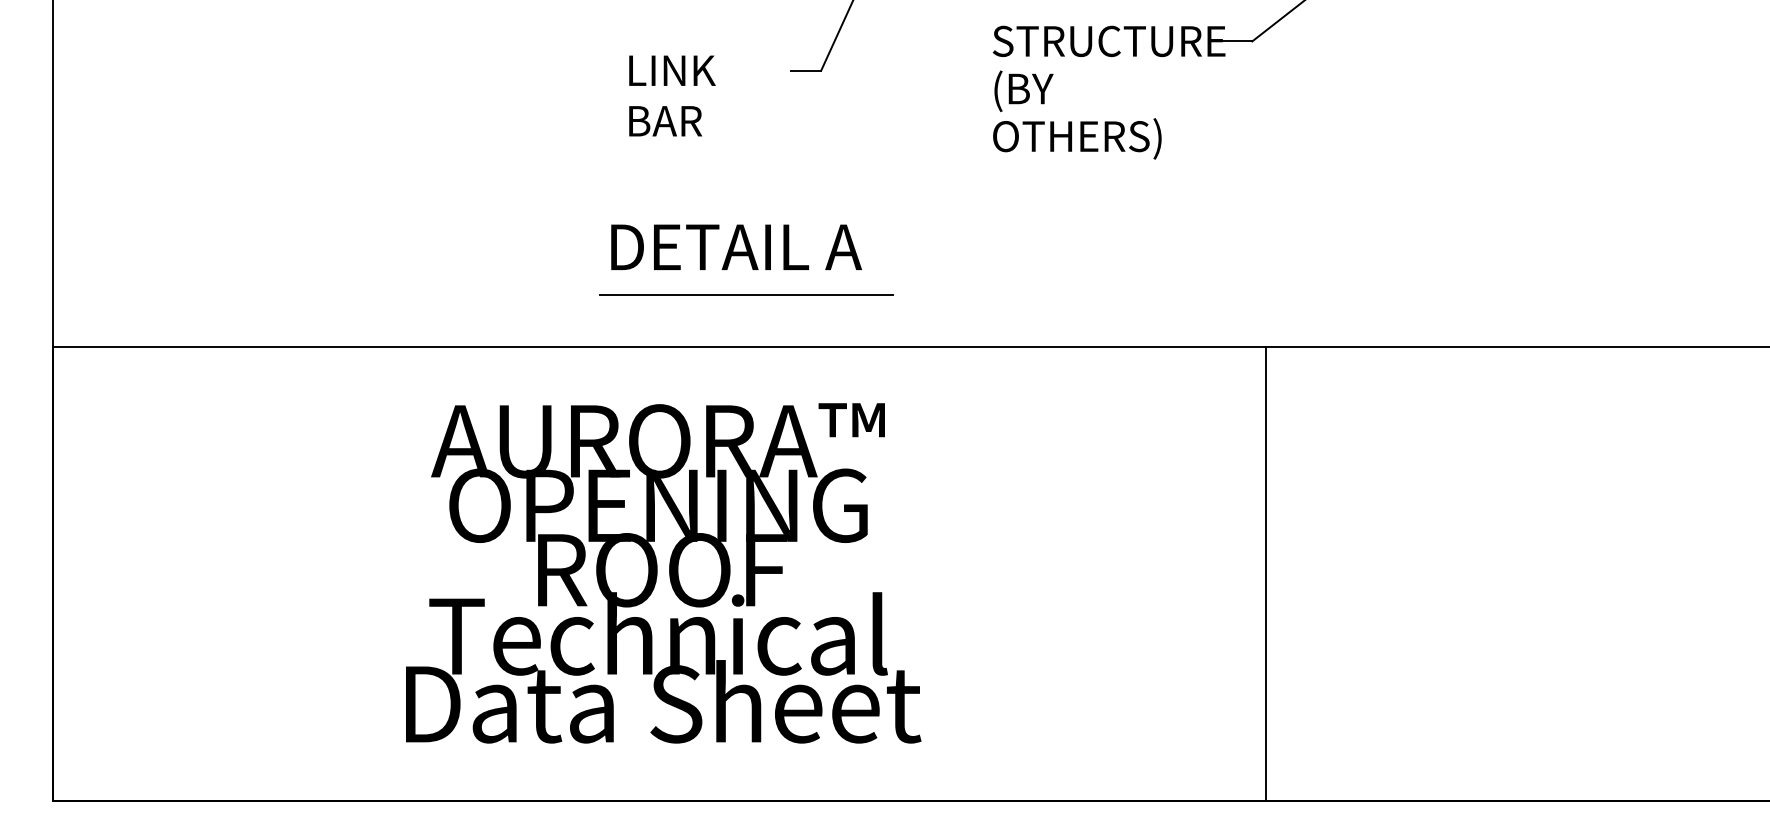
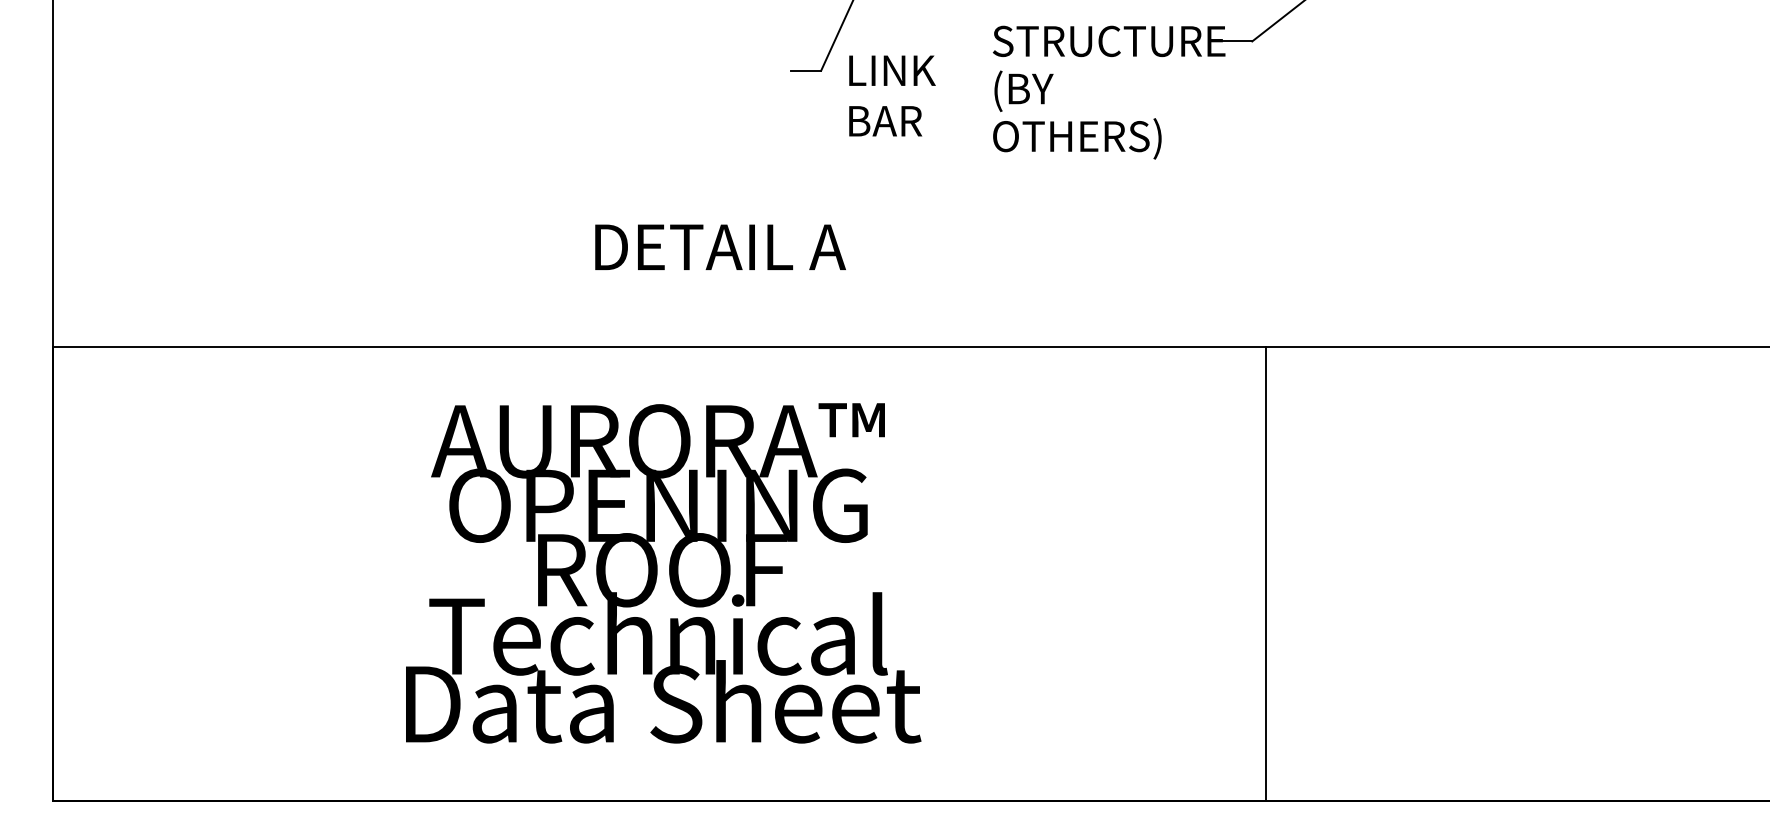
text at (672, 95) position: (672, 95) -> (892, 95)
text at (736, 246) position: (736, 246) -> (720, 246)
line at (746, 294): present -> none
